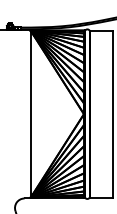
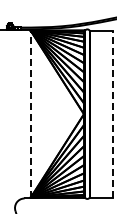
line at (30, 113): solid -> dashed
line at (112, 113): solid -> dashed
